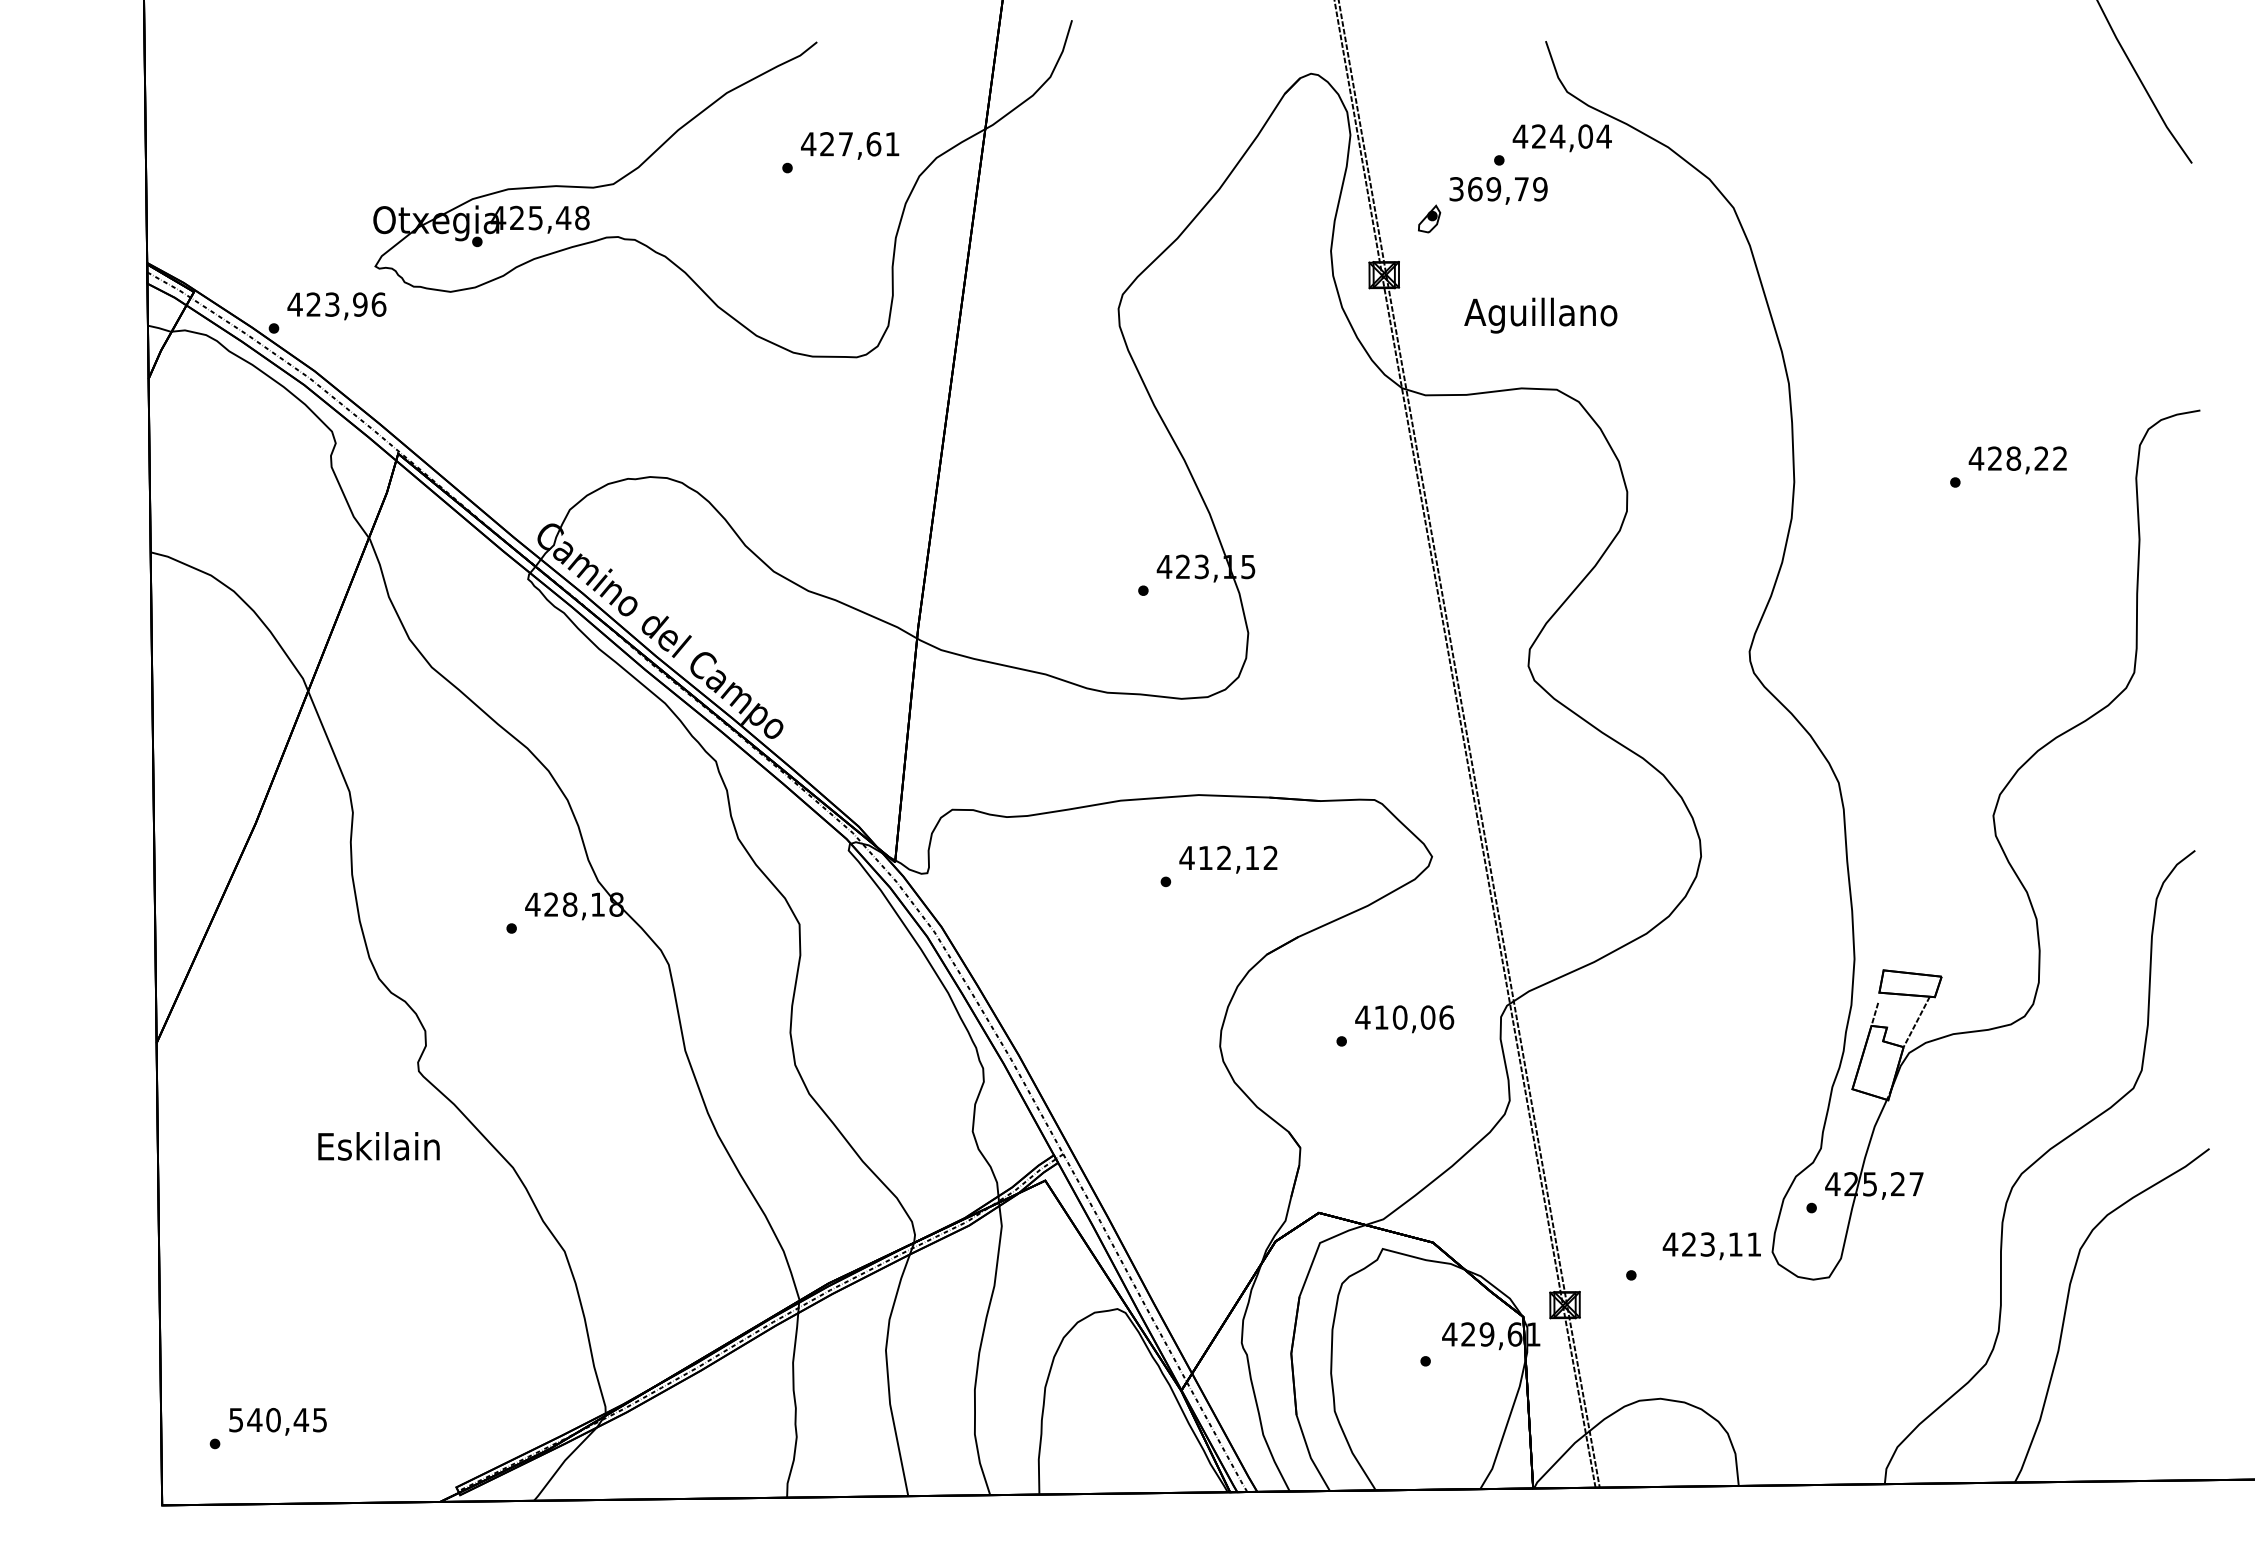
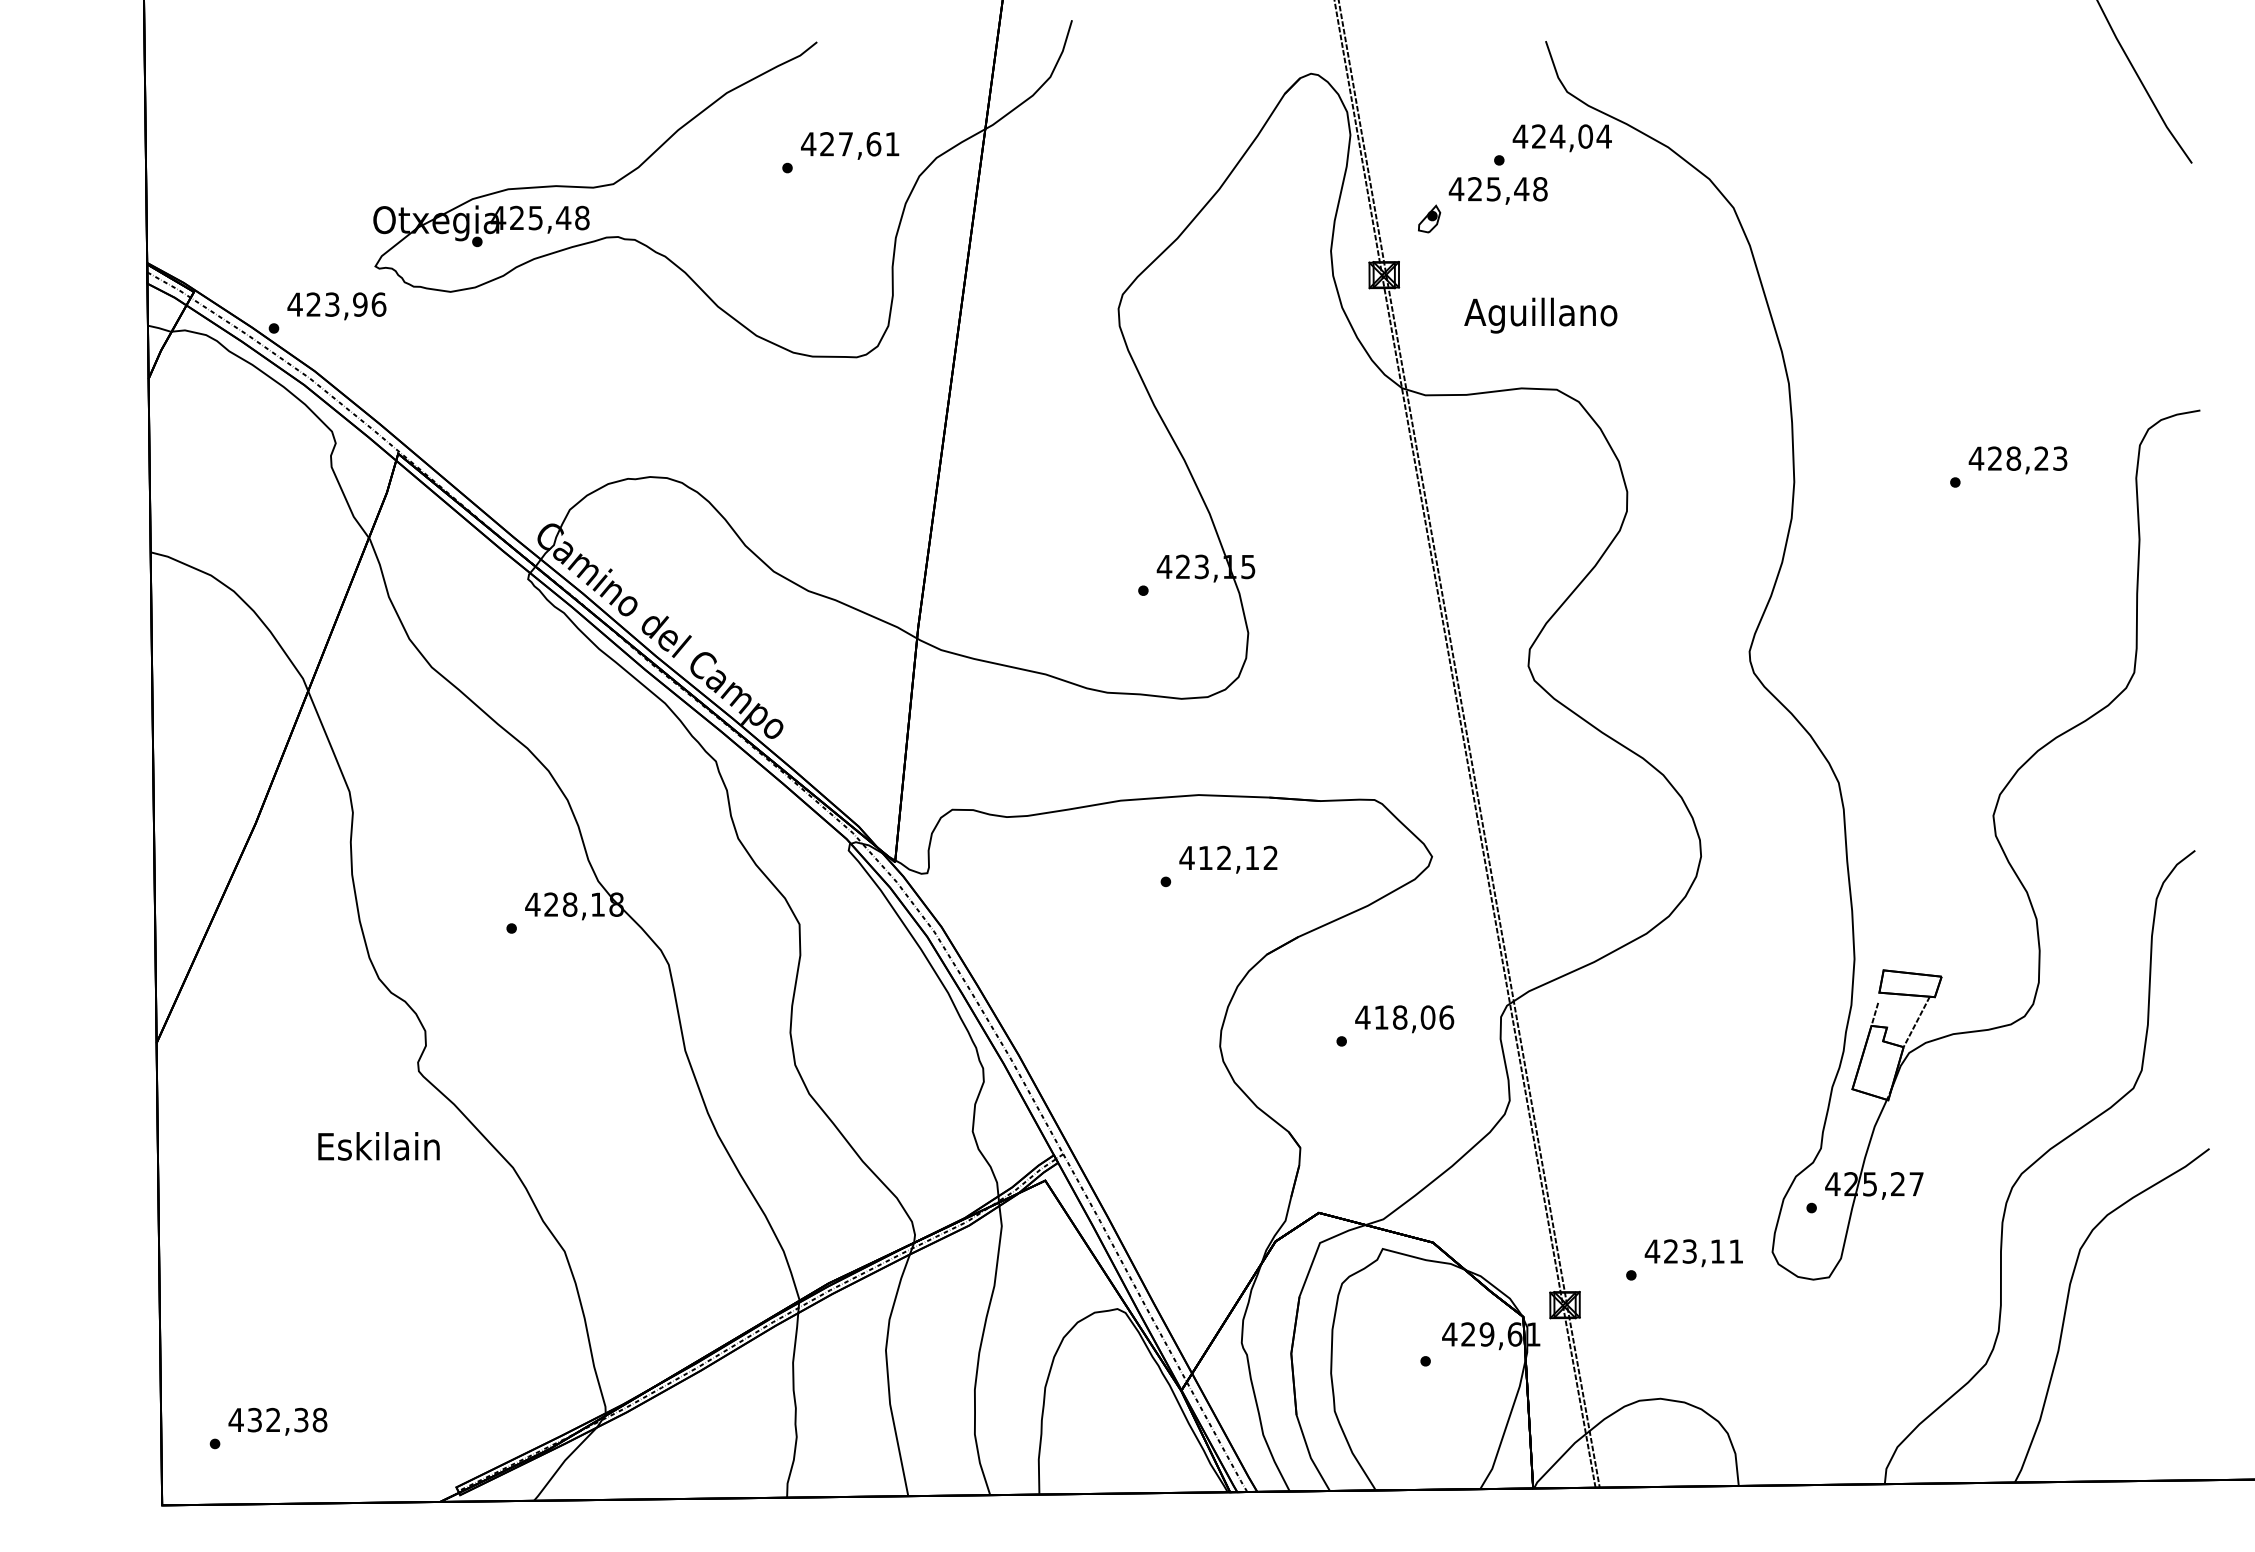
text at (1497, 189): 369,79 -> 425,48
text at (2060, 458): 428,22 -> 428,23
text at (1399, 1017): 410,06 -> 418,06
text at (1711, 1246) position: (1711, 1246) -> (1693, 1253)
text at (277, 1419): 540,45 -> 432,38
